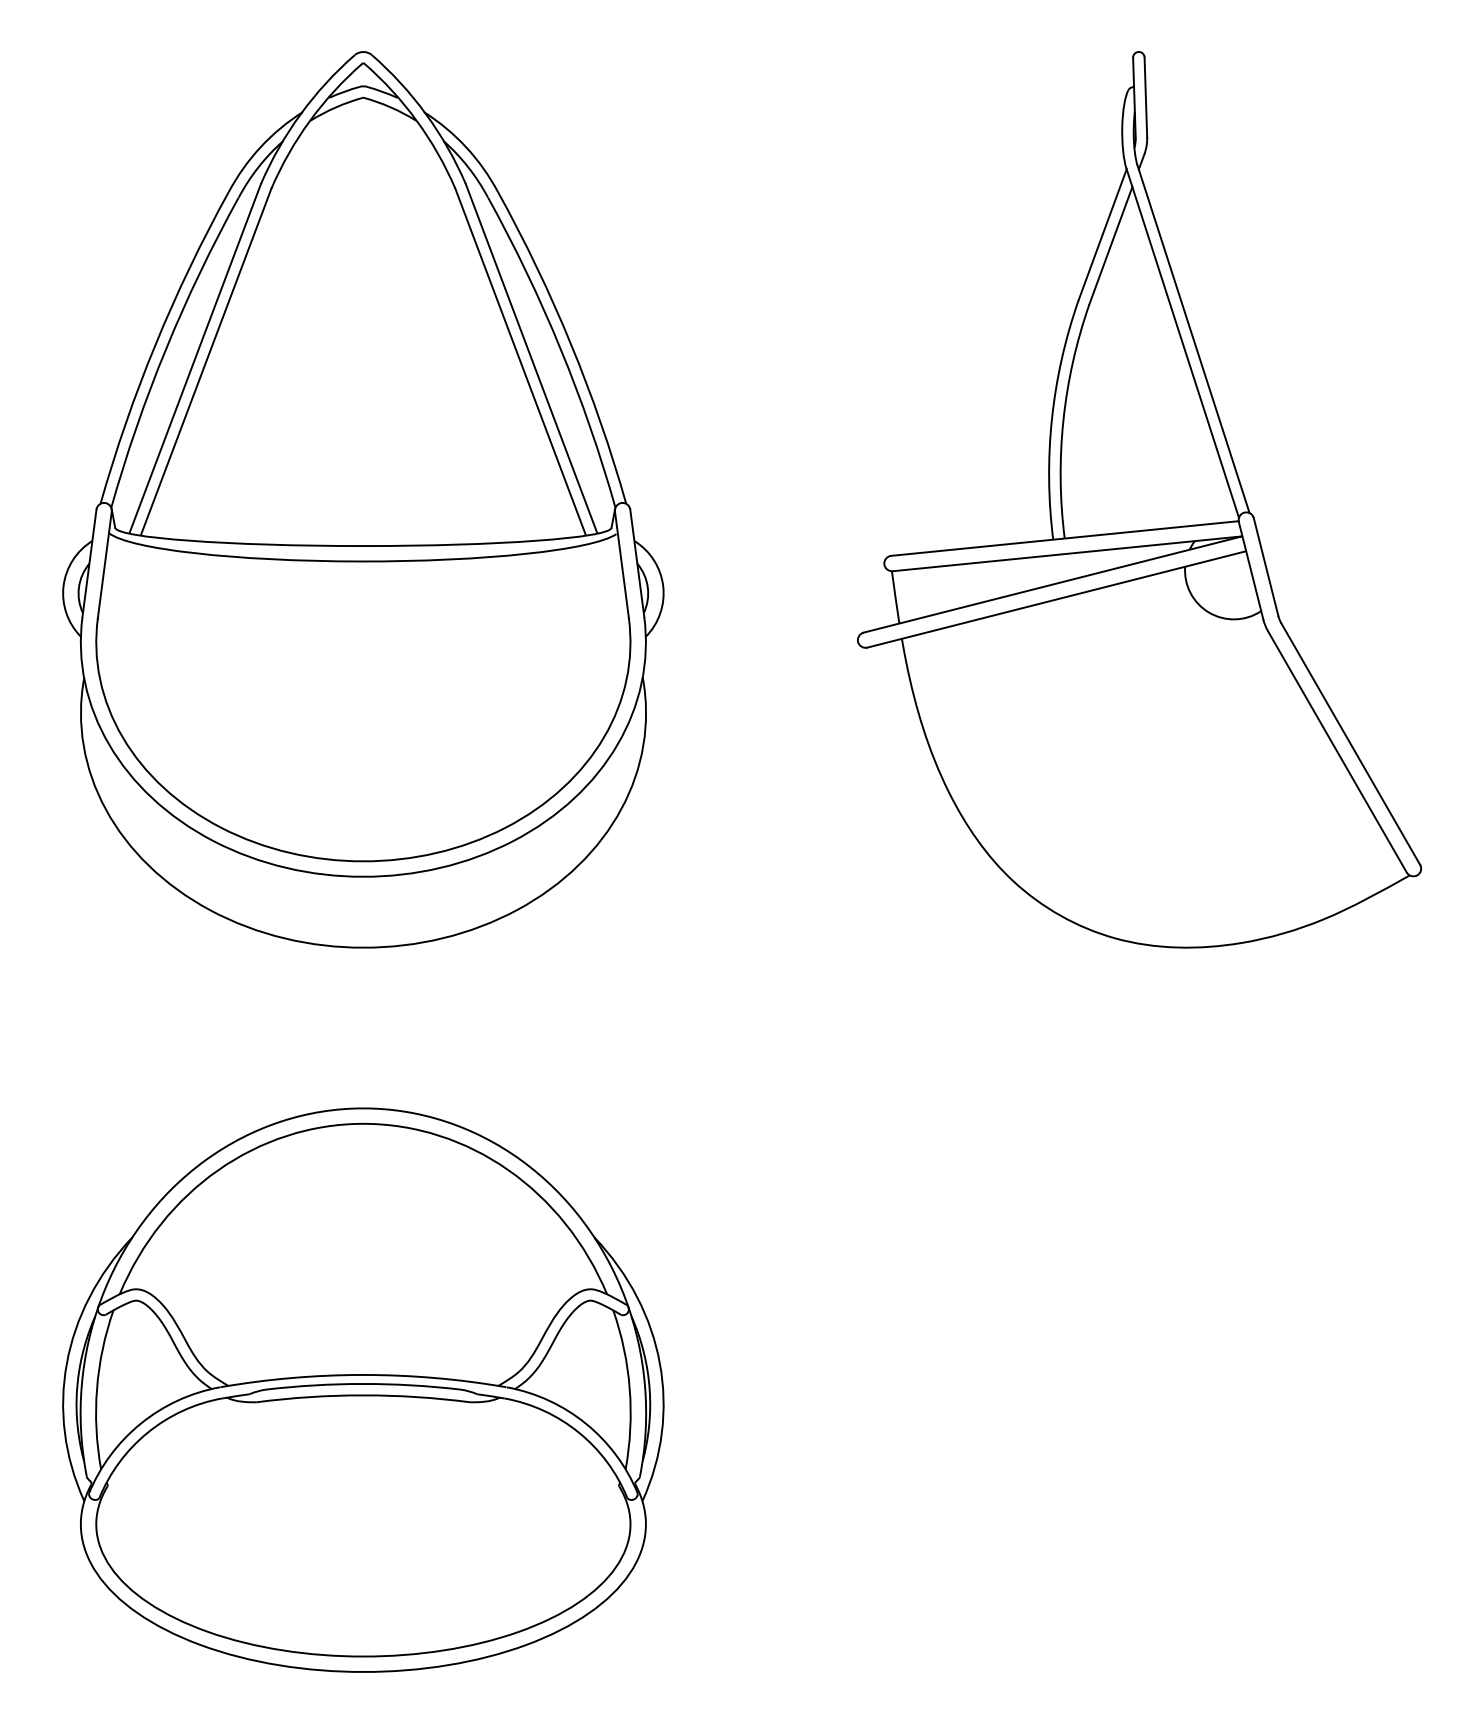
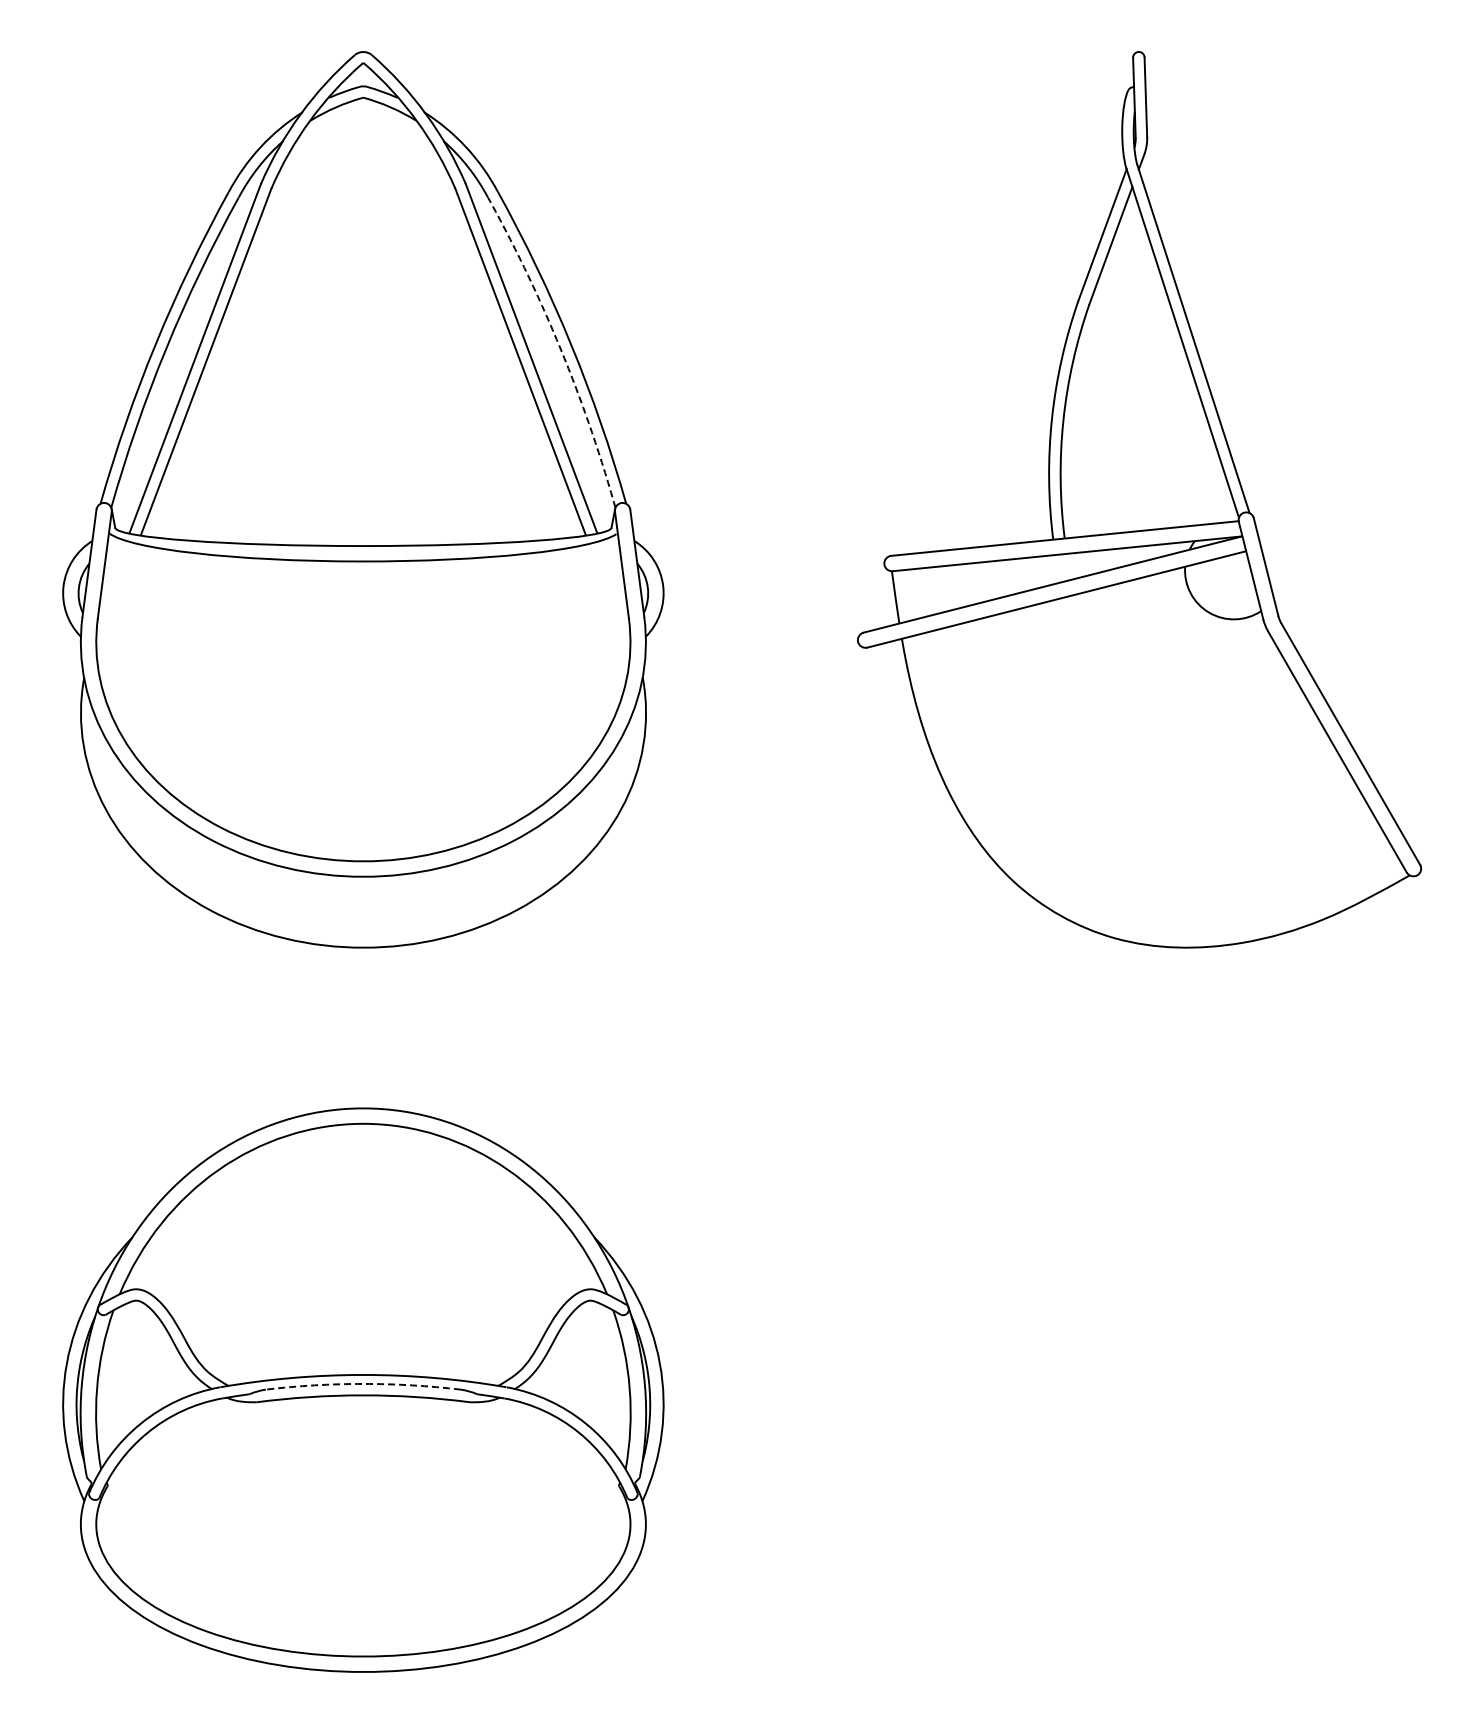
arc at (560, 349): solid -> dashed
arc at (363, 1383): solid -> dashed
